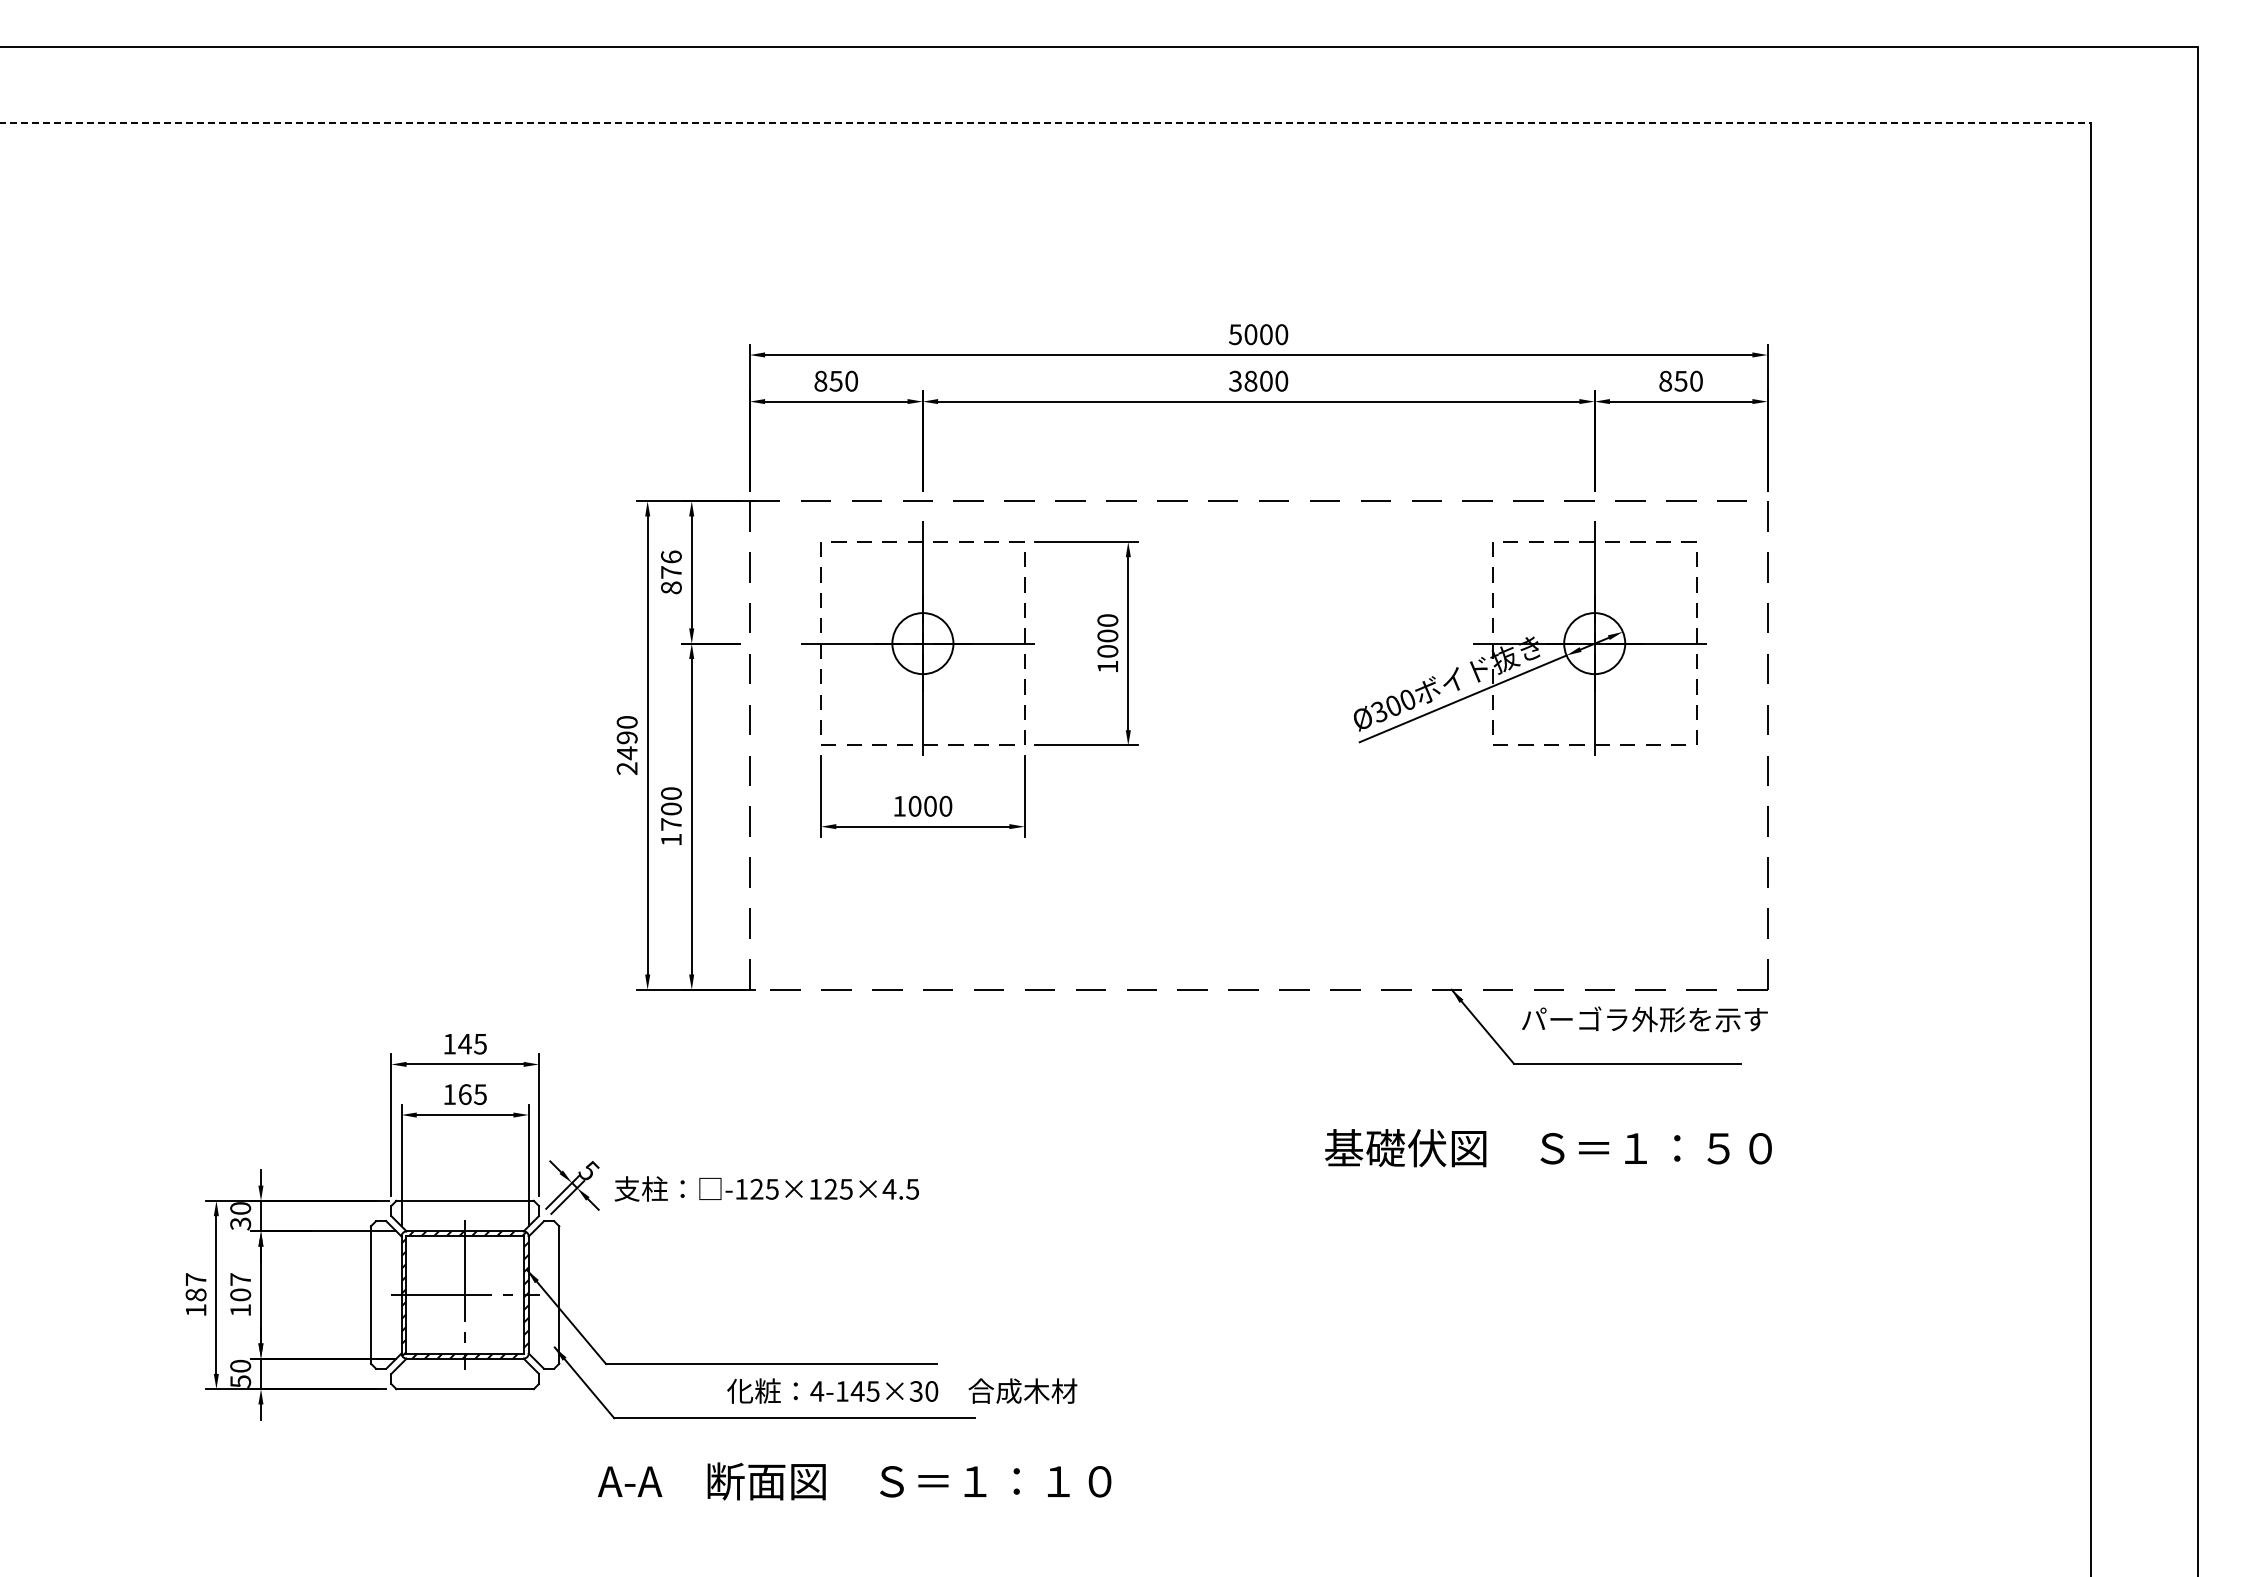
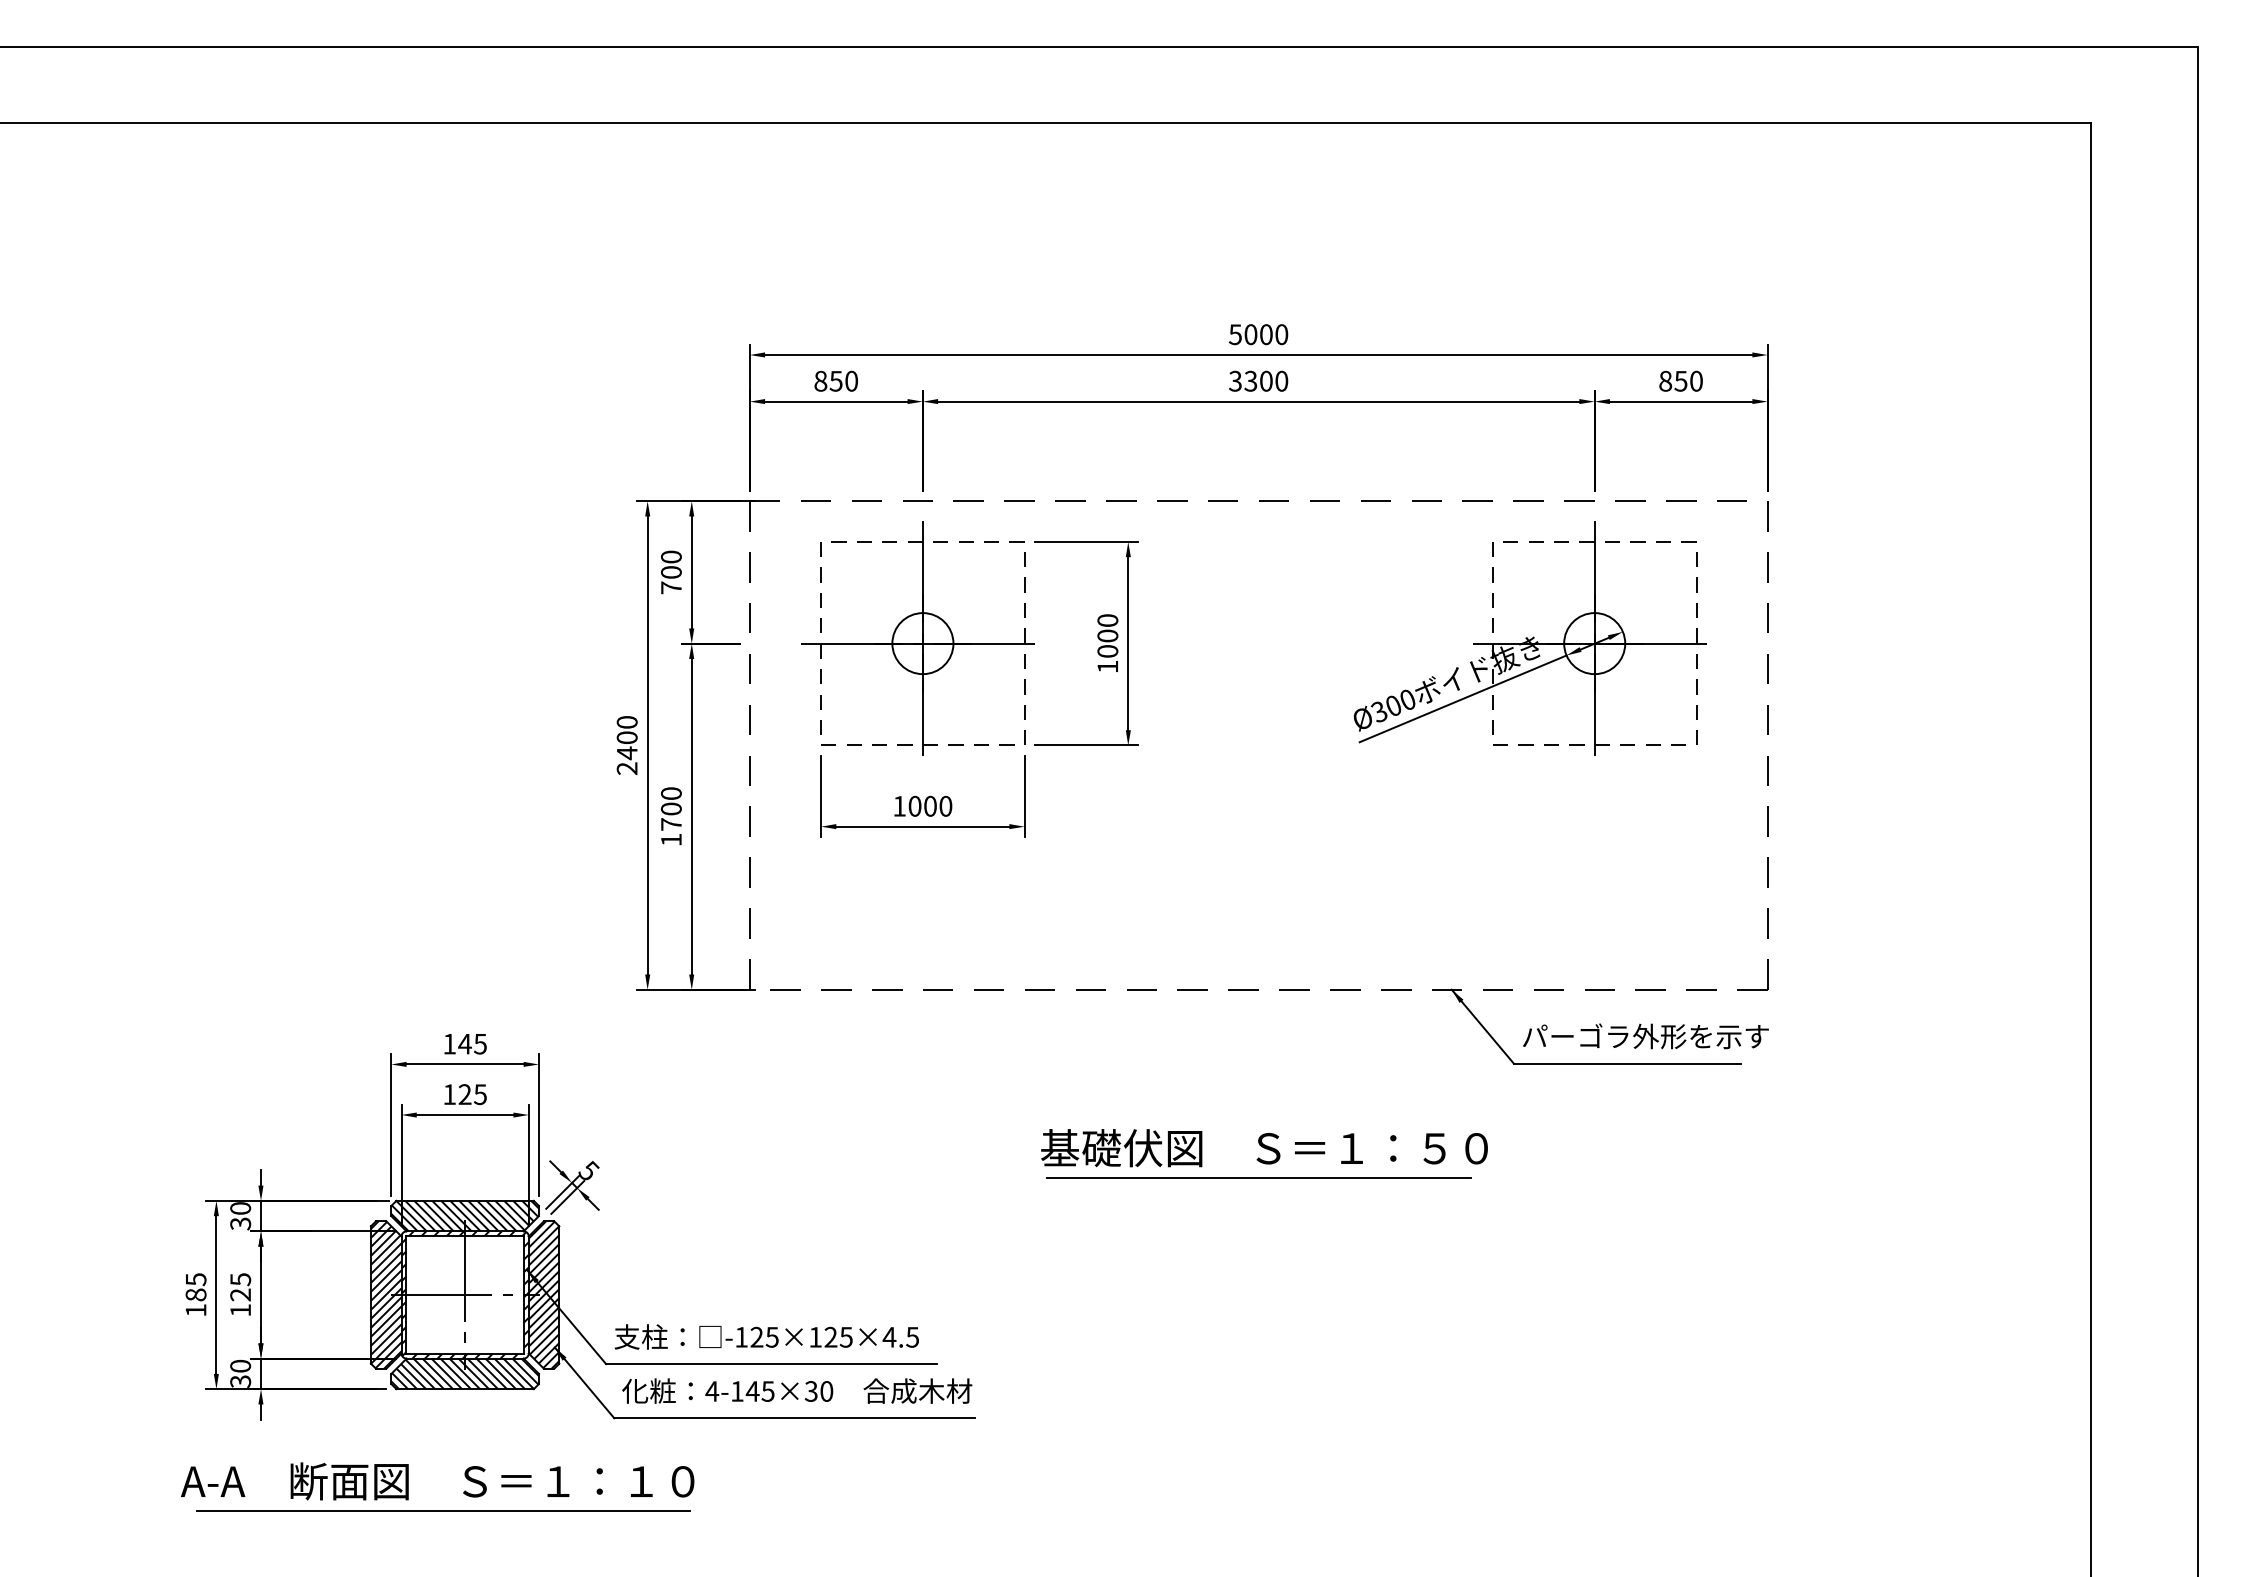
line at (1046, 123): dashed -> solid
text at (1250, 380): 3800 -> 3300
text at (671, 572): 876 -> 700
text at (626, 737): 2490 -> 2400
text at (1644, 1019) position: (1644, 1019) -> (1645, 1036)
text at (464, 1094): 165 -> 125
text at (1548, 1148) position: (1548, 1148) -> (1264, 1148)
line at (1258, 1178): none -> present
text at (766, 1188) position: (766, 1188) -> (766, 1336)
hatch at (464, 1215): none -> present
text at (196, 1279): 187 -> 185
text at (240, 1287): 107 -> 125
hatch at (386, 1294): none -> present
hatch at (543, 1294): none -> present
hatch at (464, 1373): none -> present
text at (240, 1381): 50 -> 30
text at (902, 1390) position: (902, 1390) -> (797, 1390)
text at (854, 1481) position: (854, 1481) -> (437, 1481)
line at (443, 1511): none -> present
